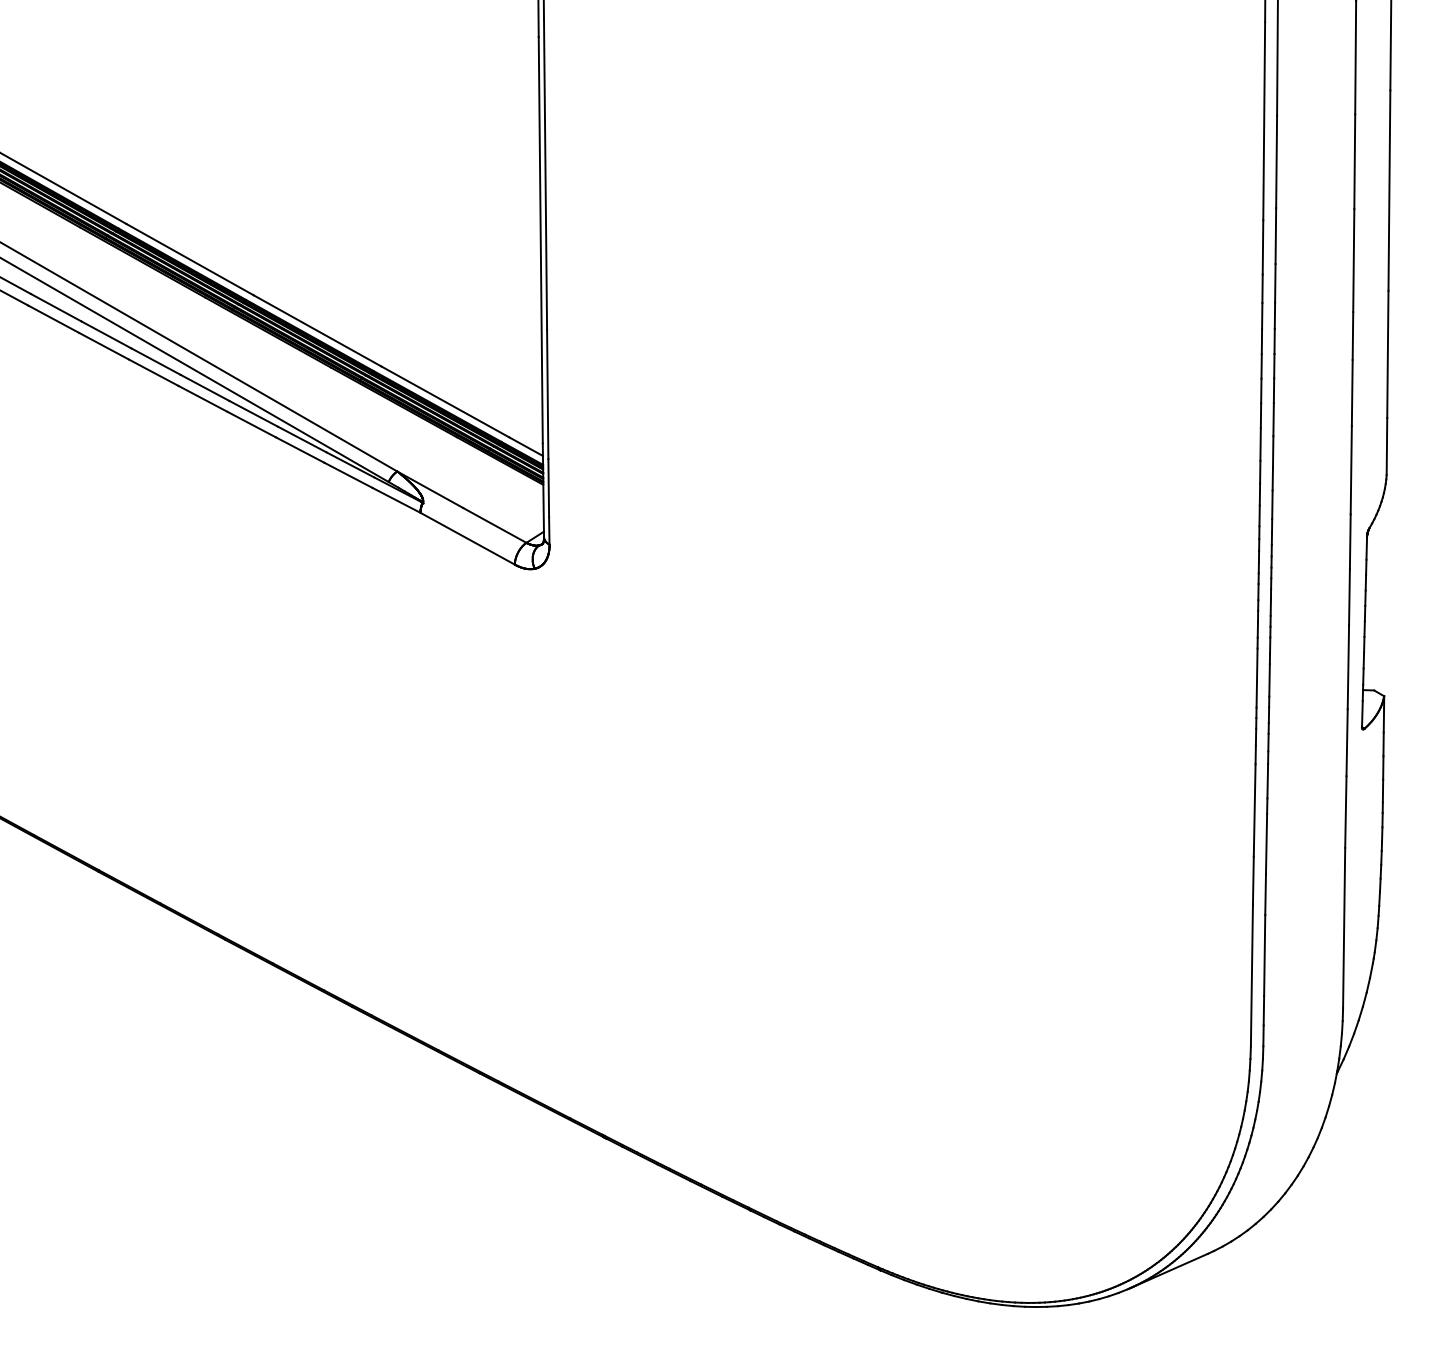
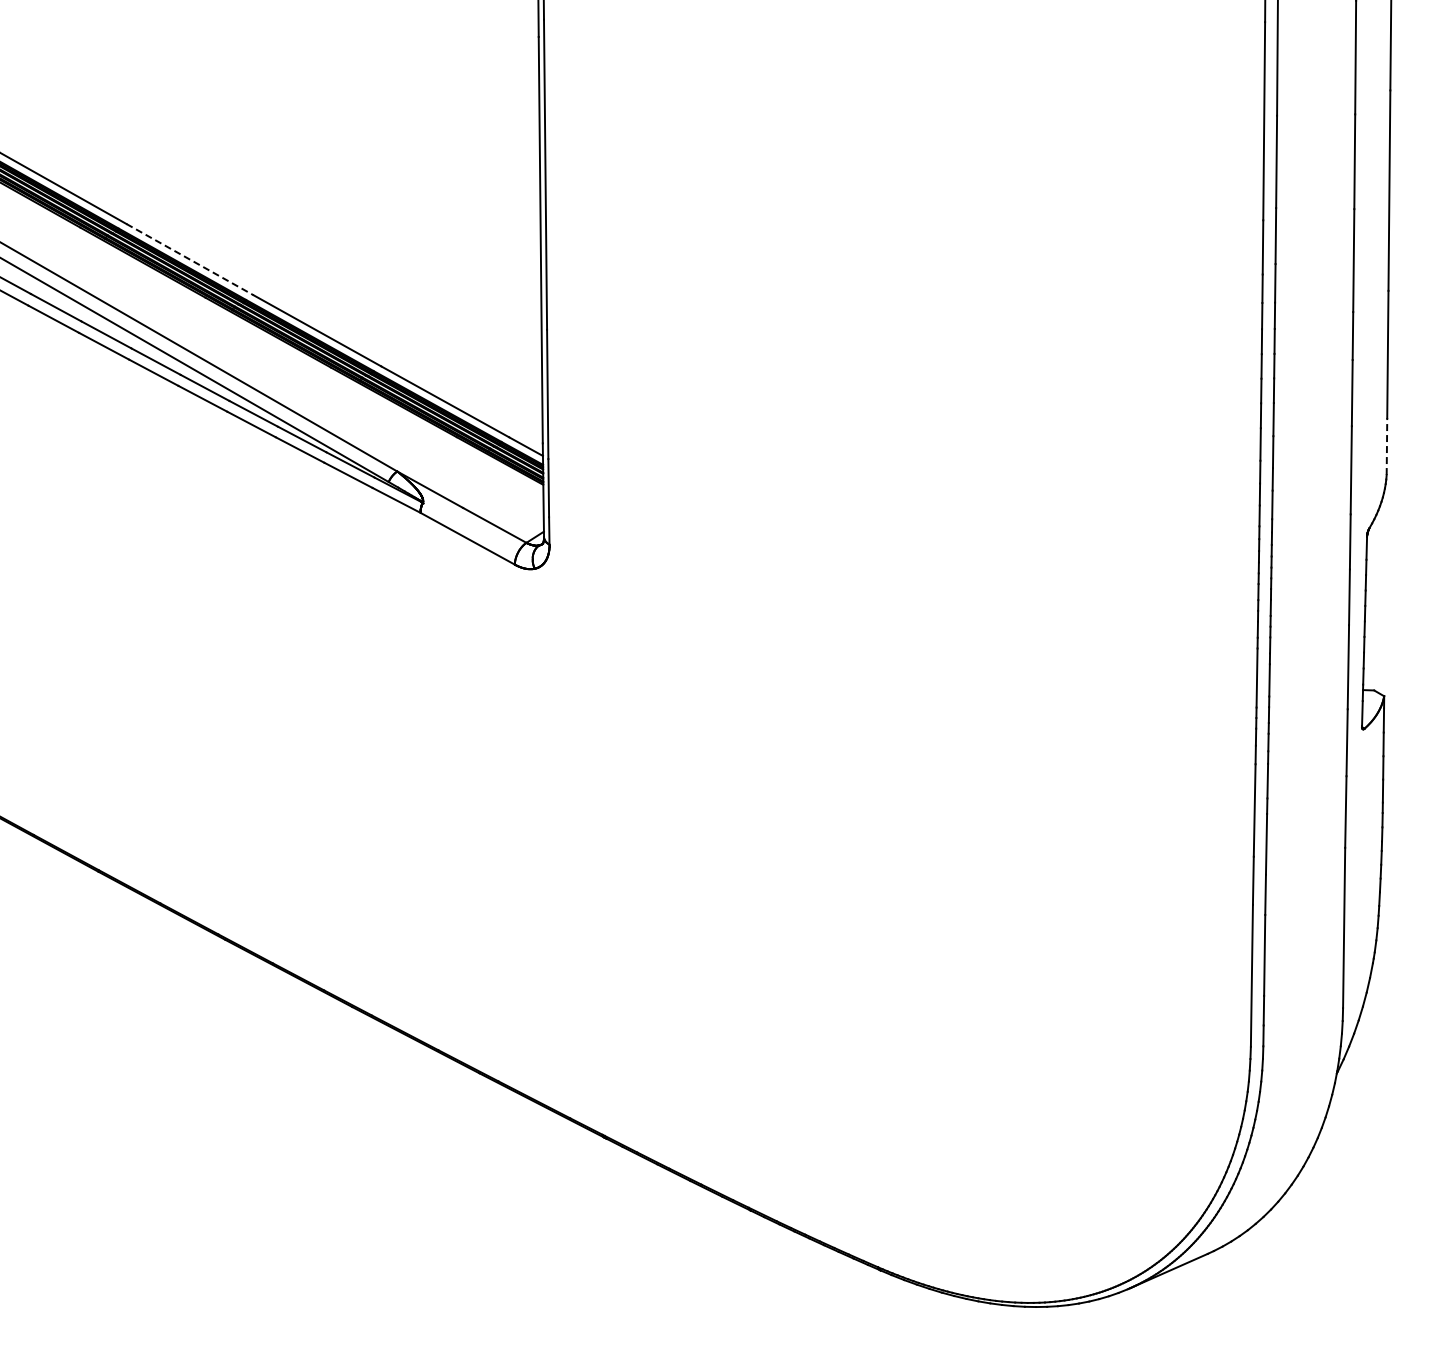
line at (190, 259): solid -> dashed
line at (1386, 446): solid -> dashed
